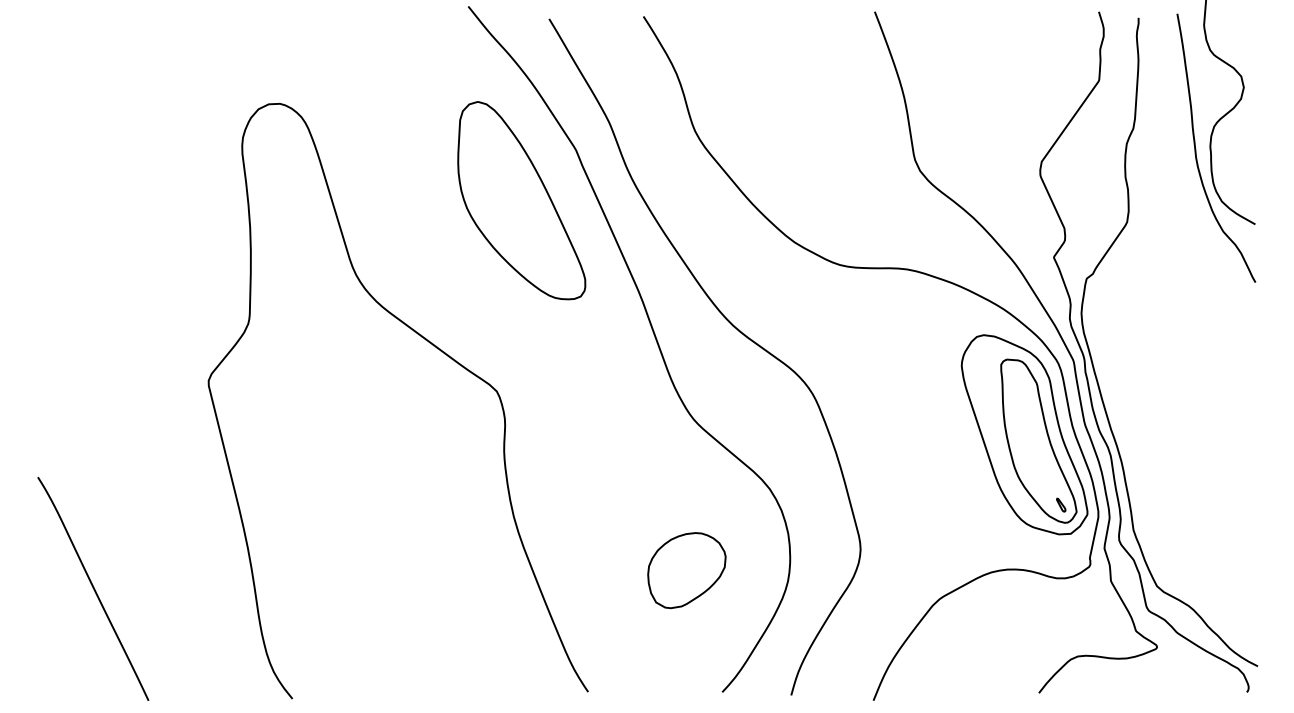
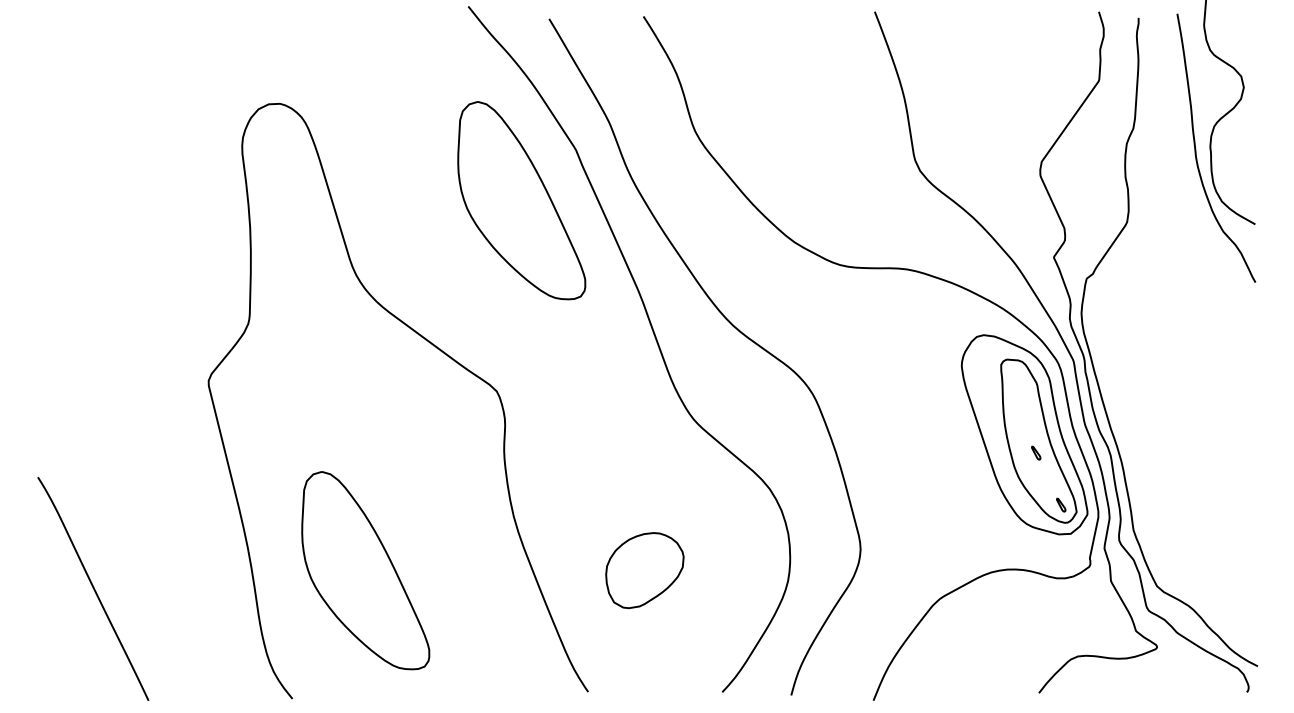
part at (1036, 452): none -> present
part at (365, 570): none -> present
part at (686, 570) position: (686, 570) -> (644, 570)
